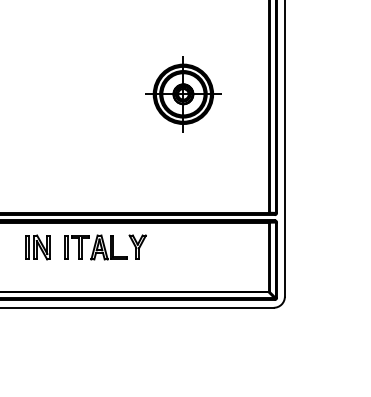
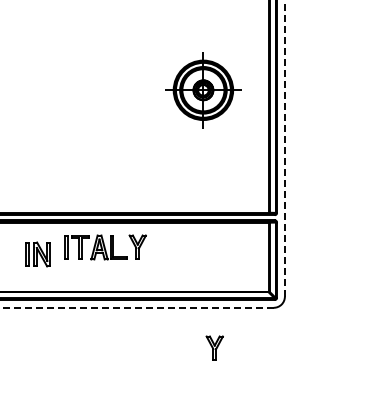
part at (183, 94) position: (183, 94) -> (203, 90)
line at (284, 148): solid -> dashed
part at (37, 247) position: (37, 247) -> (37, 254)
line at (136, 307): solid -> dashed
part at (214, 347): none -> present
